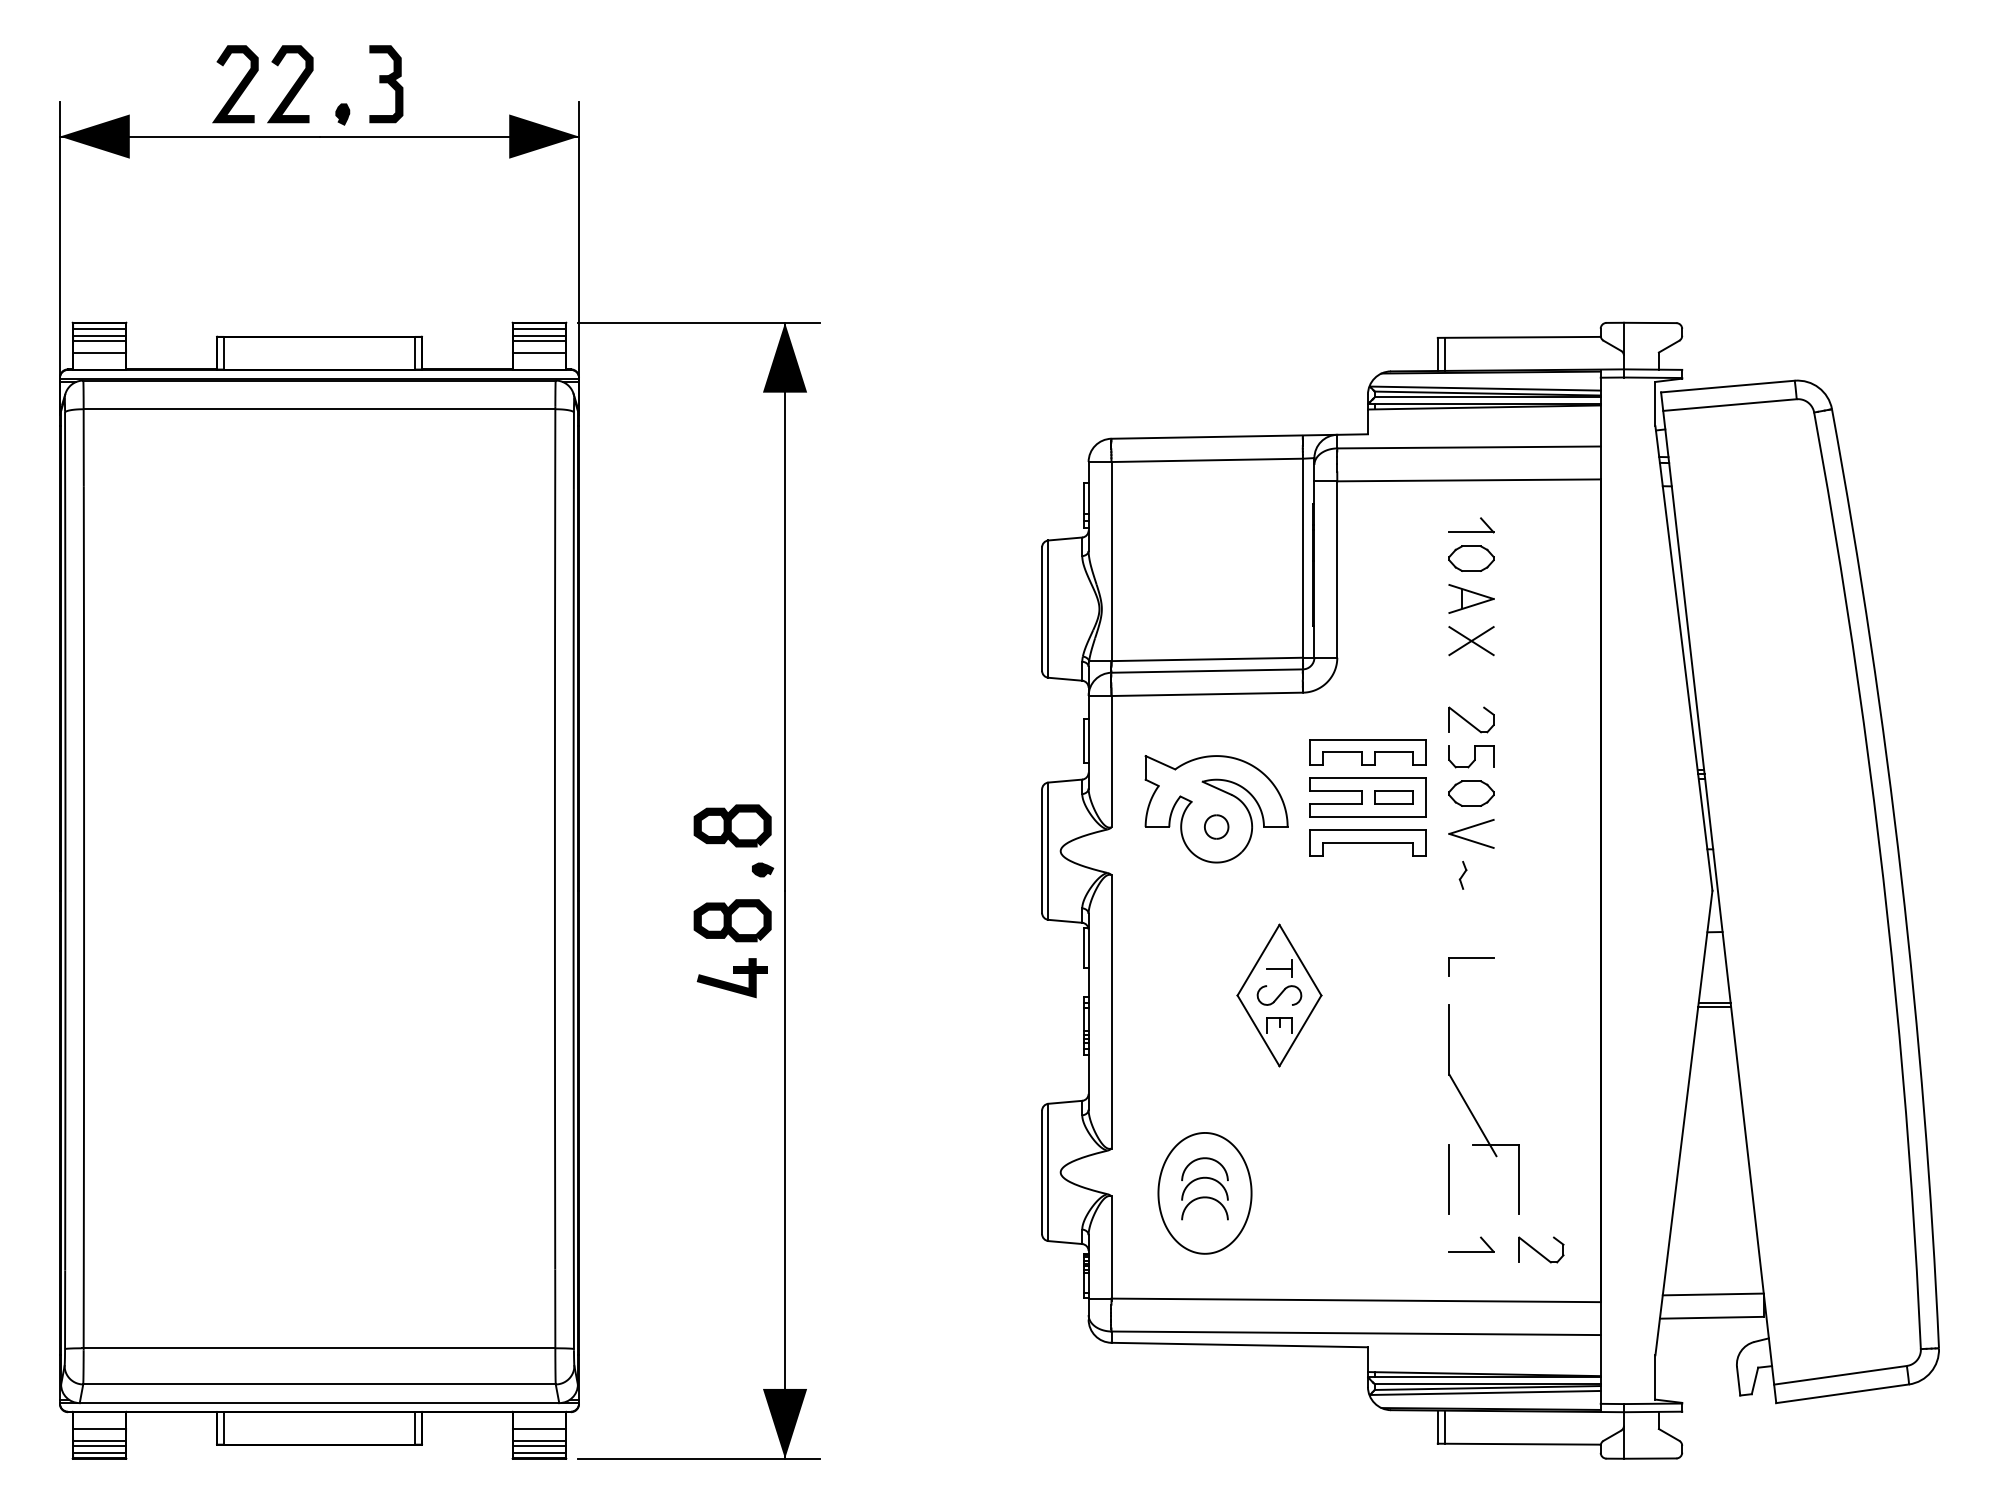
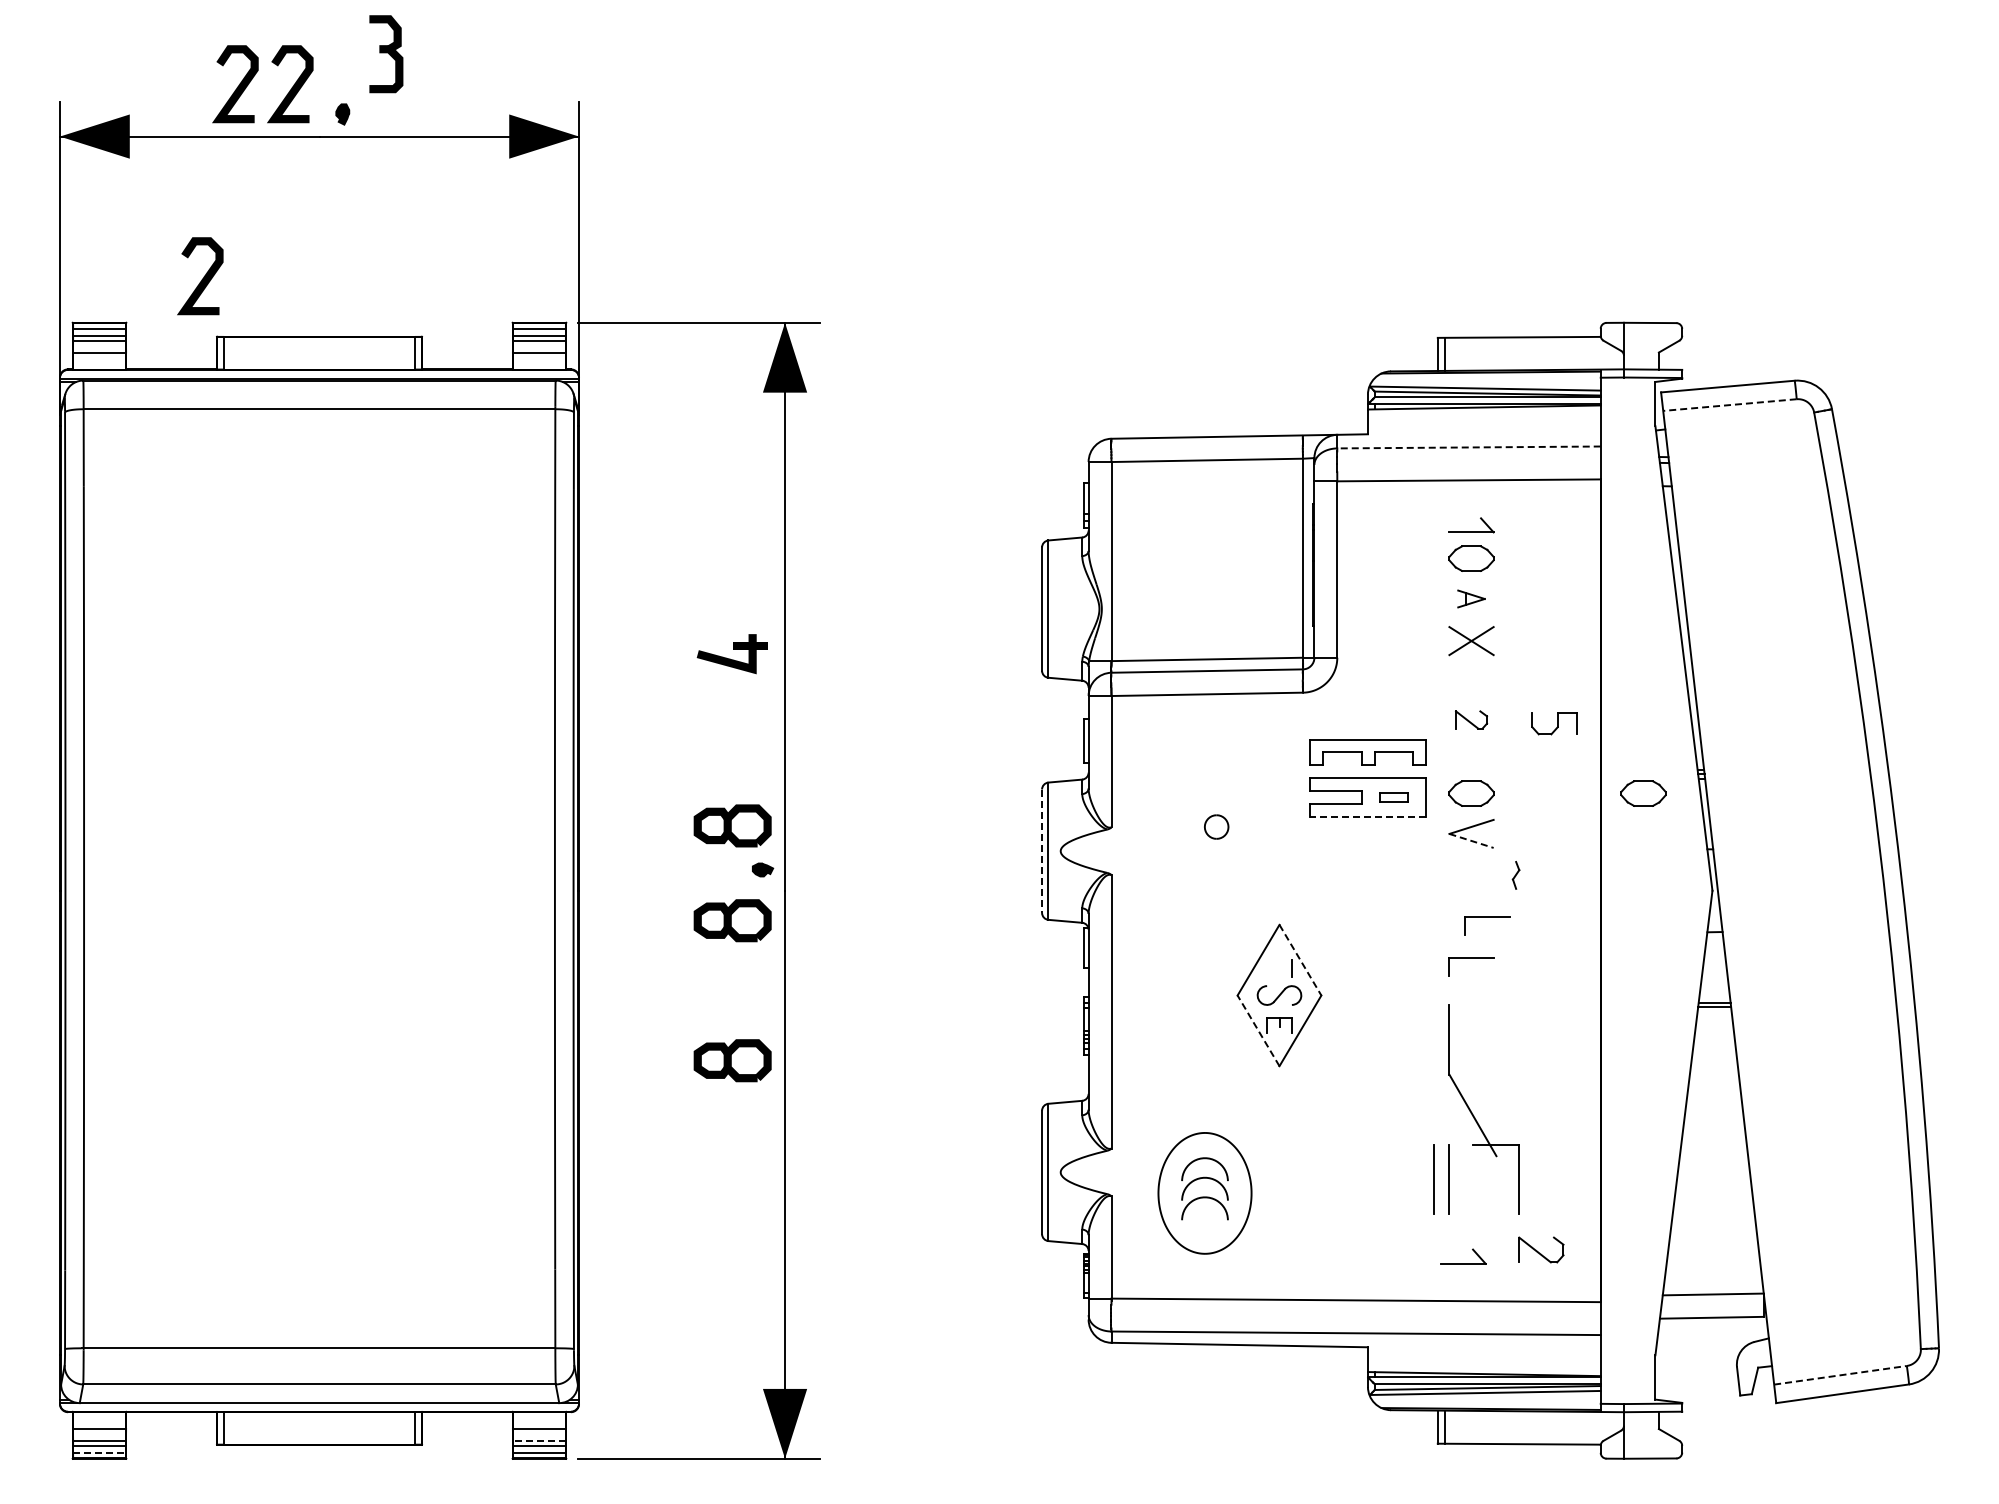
part at (386, 84) position: (386, 84) -> (386, 54)
curve at (202, 278): none -> present
line at (1729, 405): solid -> dashed
line at (1469, 447): solid -> dashed
part at (1471, 598) size: 47x30 px -> 29x20 px
part at (1471, 719) size: 47x28 px -> 34x20 px
part at (1471, 756) position: (1471, 756) -> (1554, 723)
part at (1643, 793): none -> present
part at (1393, 797) size: 40x15 px -> 30x11 px
part at (1216, 809): present -> none
line at (1367, 817): solid -> dashed
line at (1472, 841): solid -> dashed
part at (1367, 842): present -> none
line at (1042, 851): solid -> dashed
part at (1462, 875) position: (1462, 875) -> (1515, 875)
part at (1487, 917): none -> present
line at (1300, 960): solid -> dashed
line at (1279, 968): present -> none
part at (731, 978) position: (731, 978) -> (731, 654)
line at (1258, 1030): solid -> dashed
part at (732, 1060): none -> present
line at (1433, 1179): none -> present
part at (1471, 1251) position: (1471, 1251) -> (1463, 1263)
line at (1840, 1375): solid -> dashed
line at (538, 1440): solid -> dashed
line at (100, 1452): solid -> dashed
